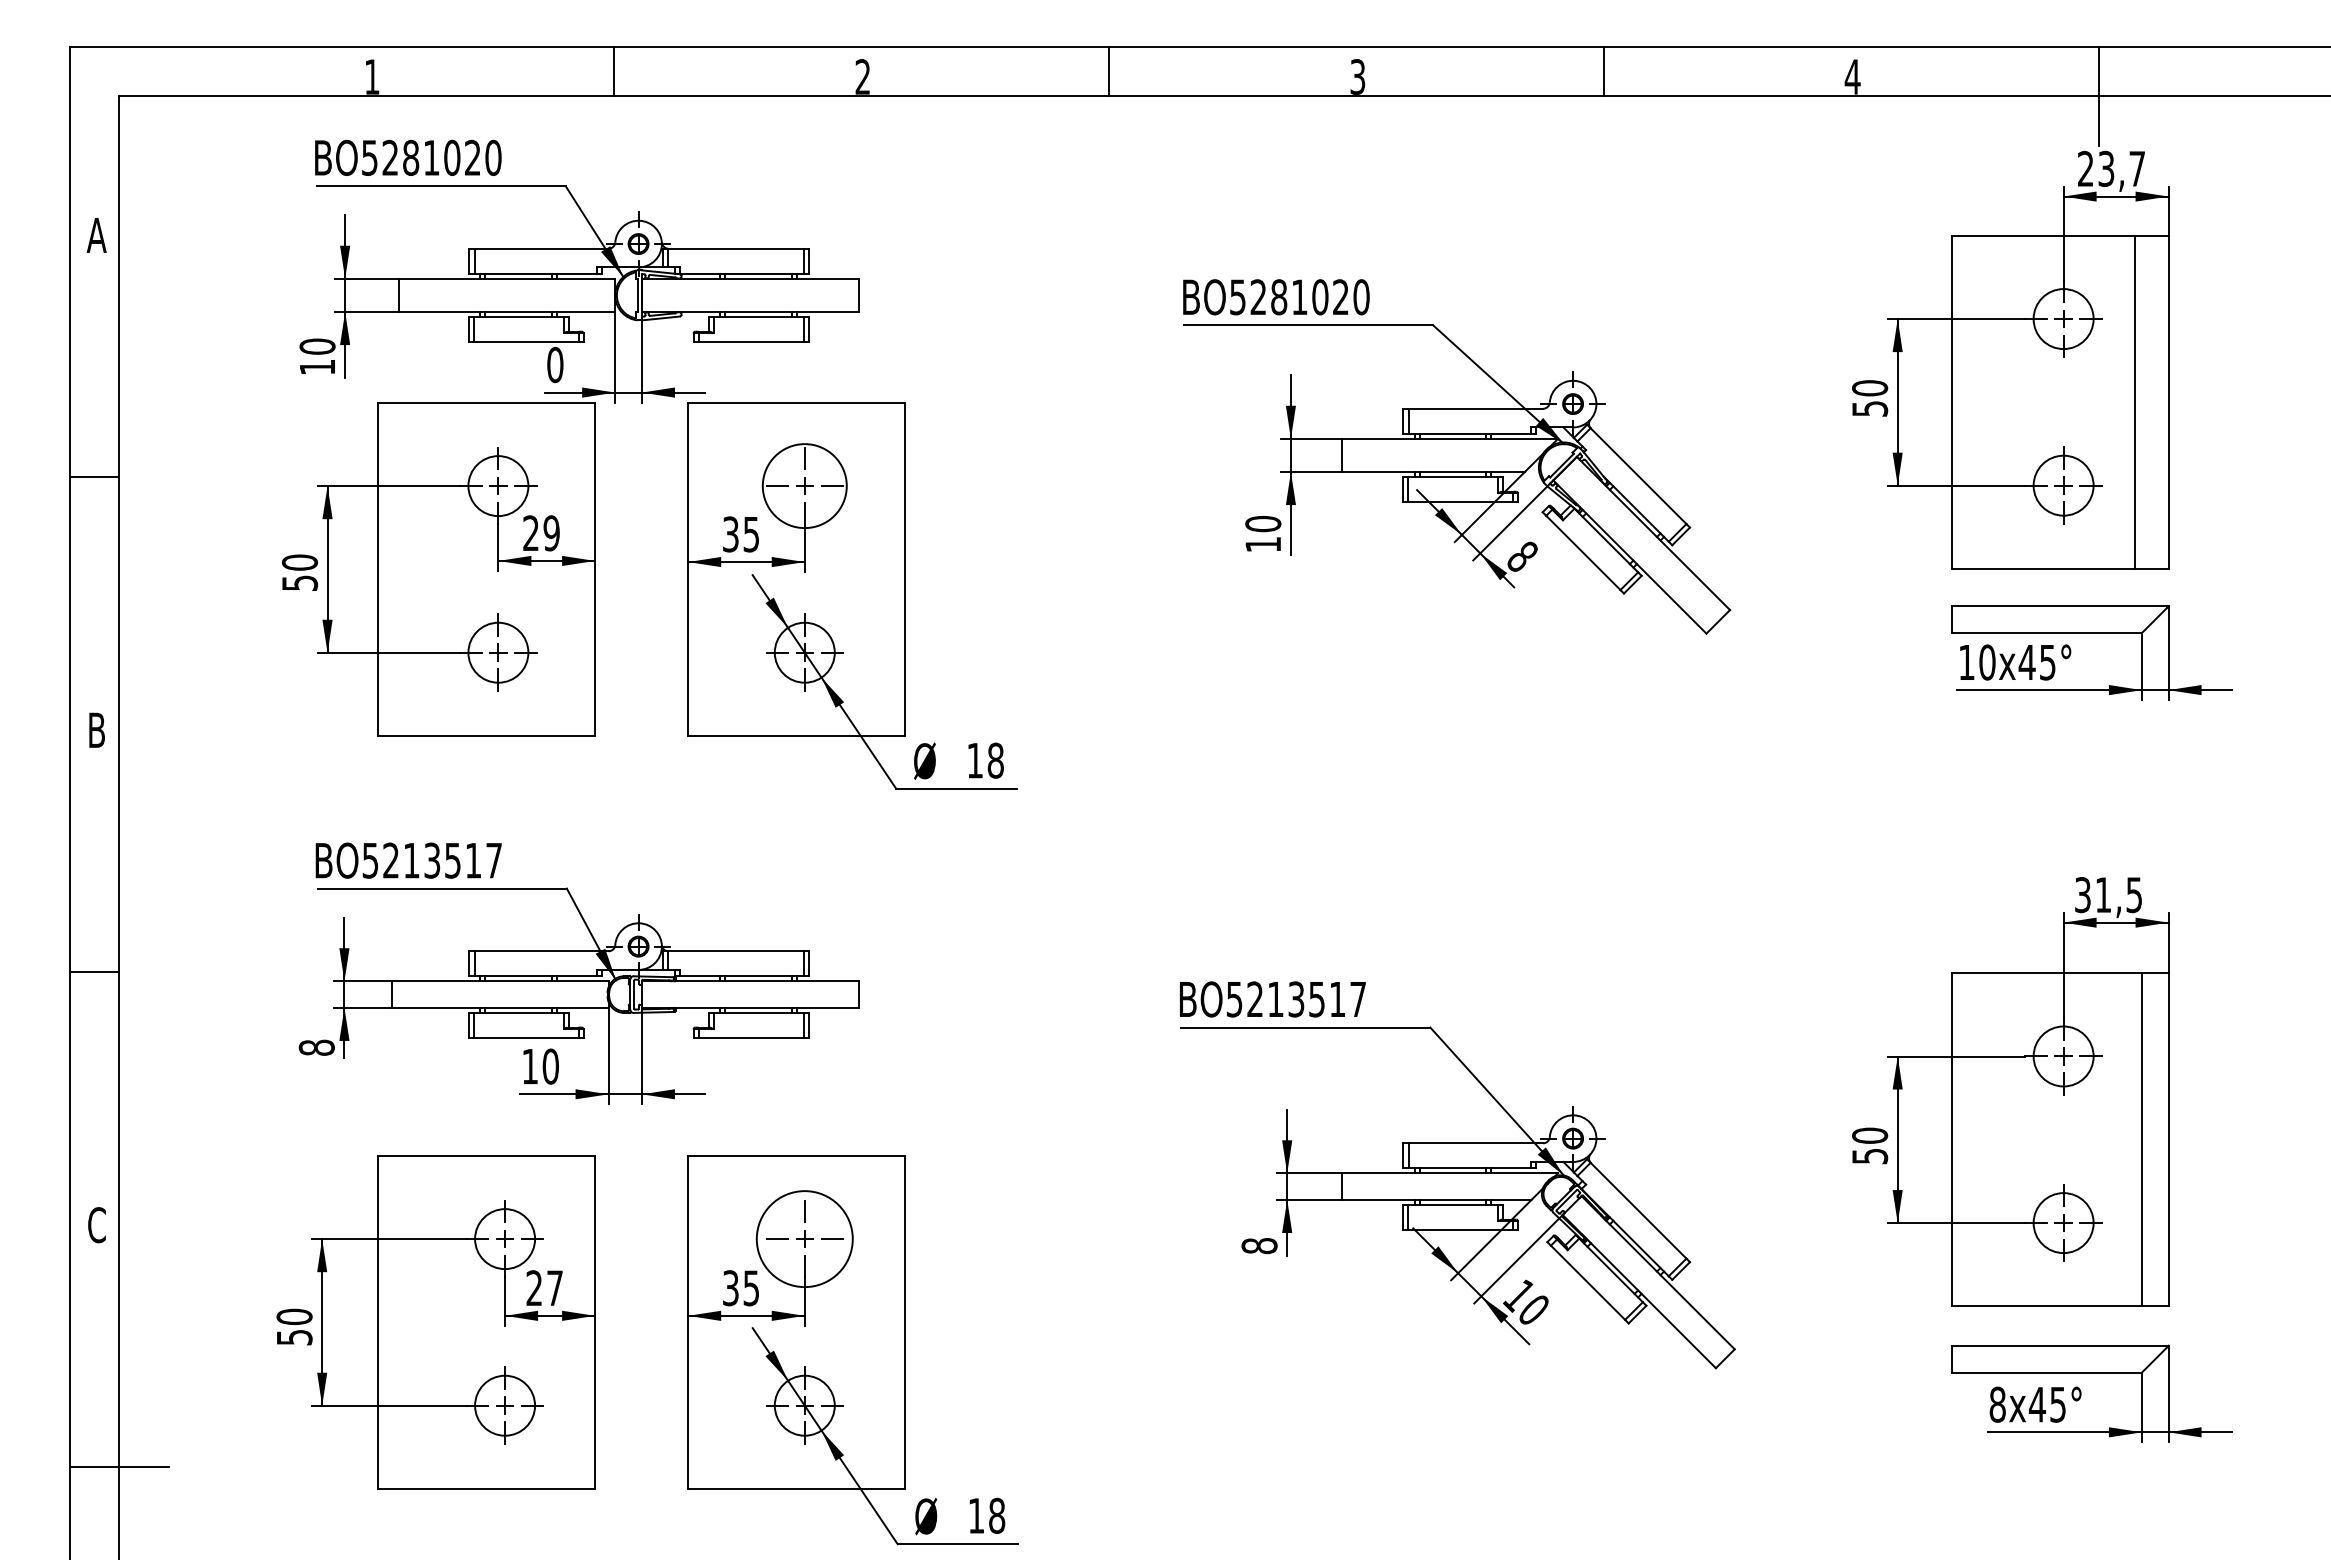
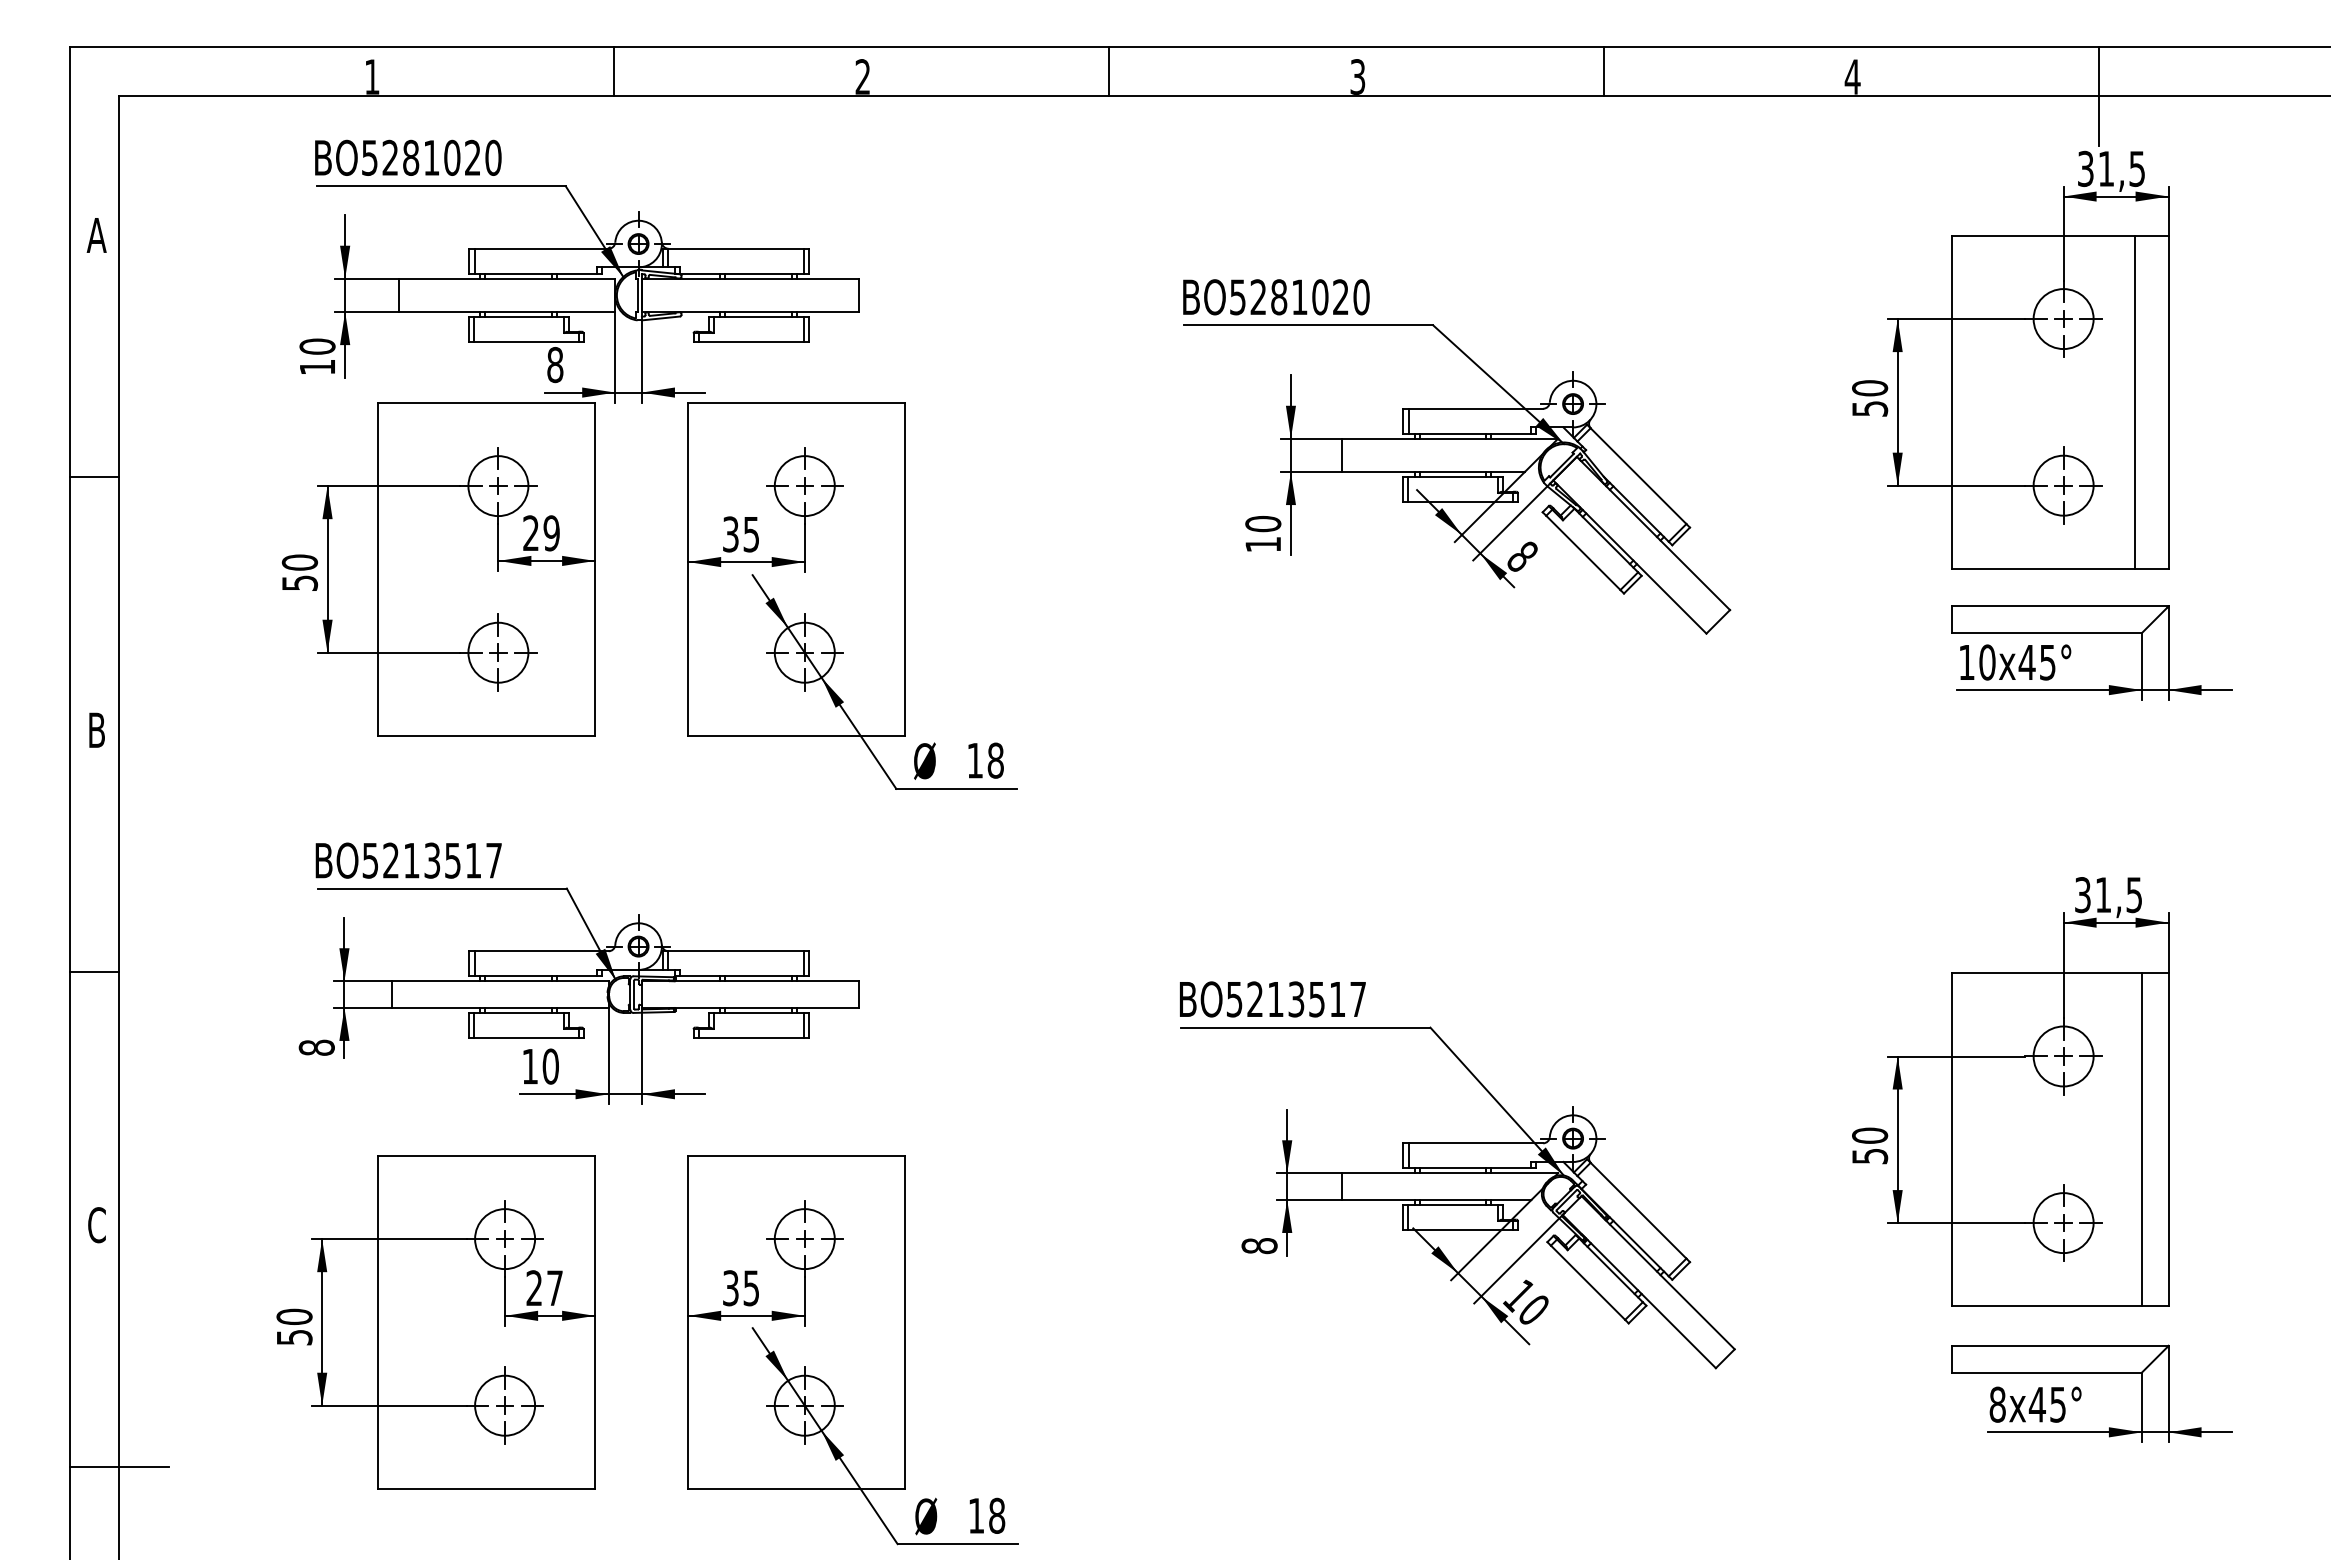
text at (2111, 168): 23,7 -> 31,5
text at (555, 364): 0 -> 8
circle at (804, 486) diameter: 84 px -> 60 px
circle at (804, 1239) diameter: 96 px -> 60 px
